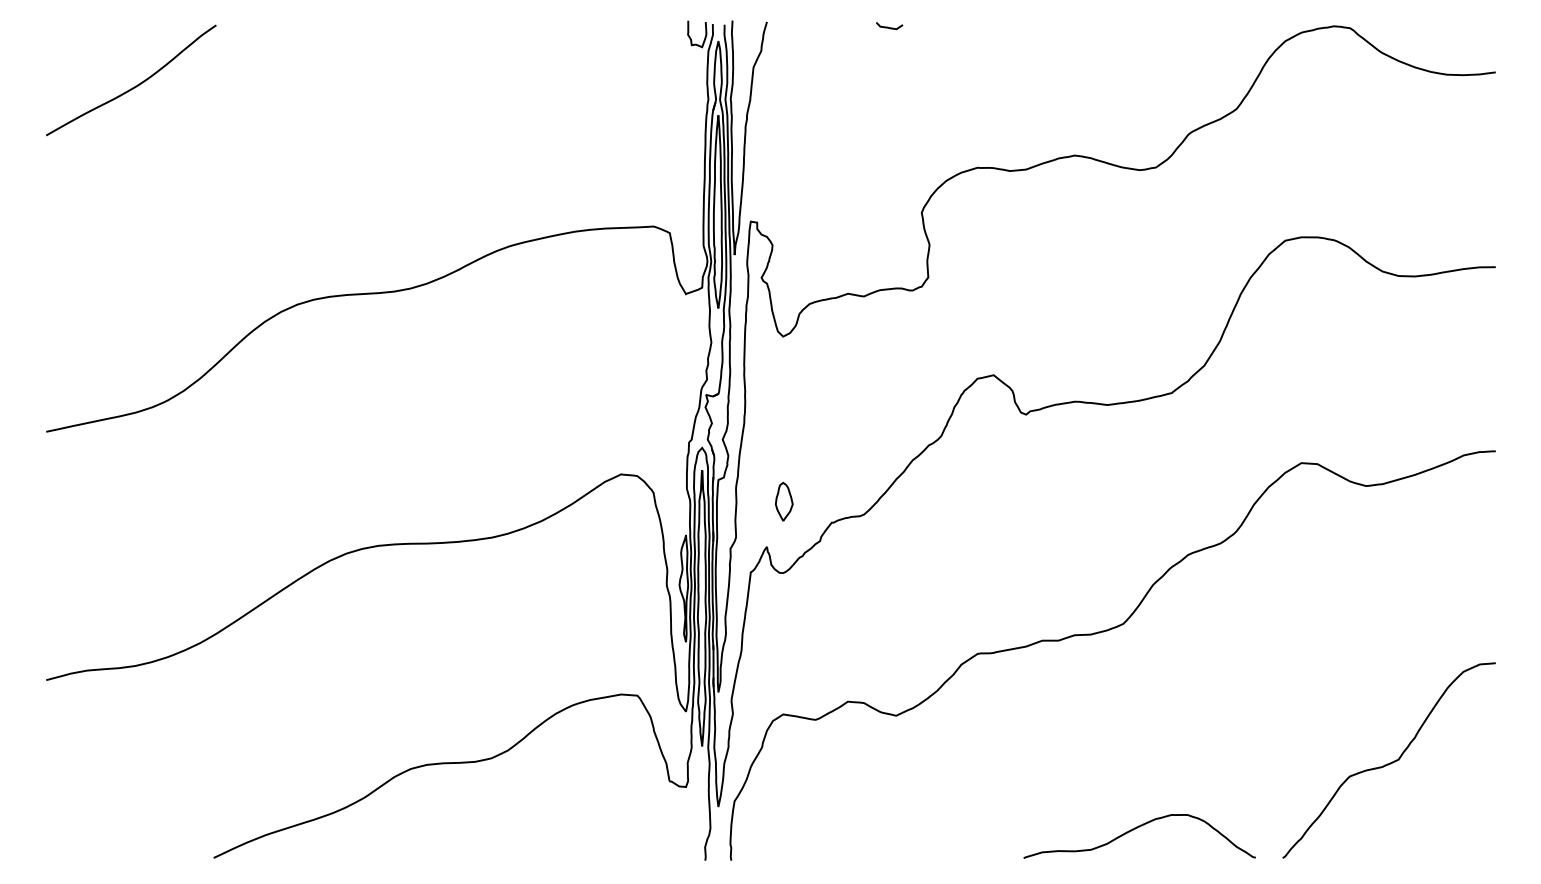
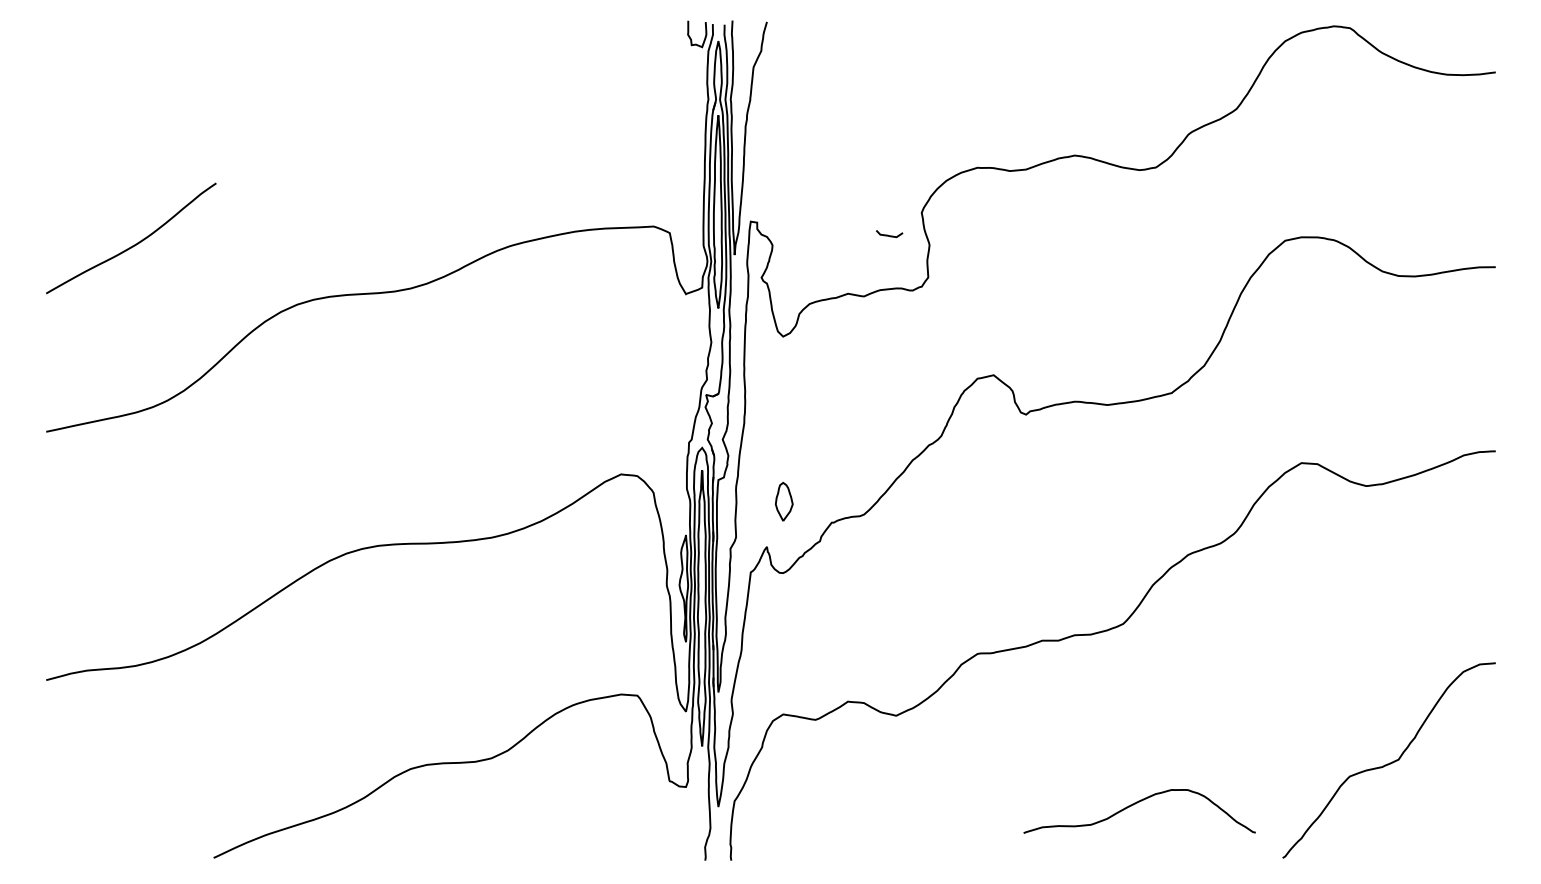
curve at (889, 27) position: (889, 27) -> (889, 235)
curve at (135, 85) position: (135, 85) -> (135, 243)
curve at (1135, 829) position: (1135, 829) -> (1135, 804)
